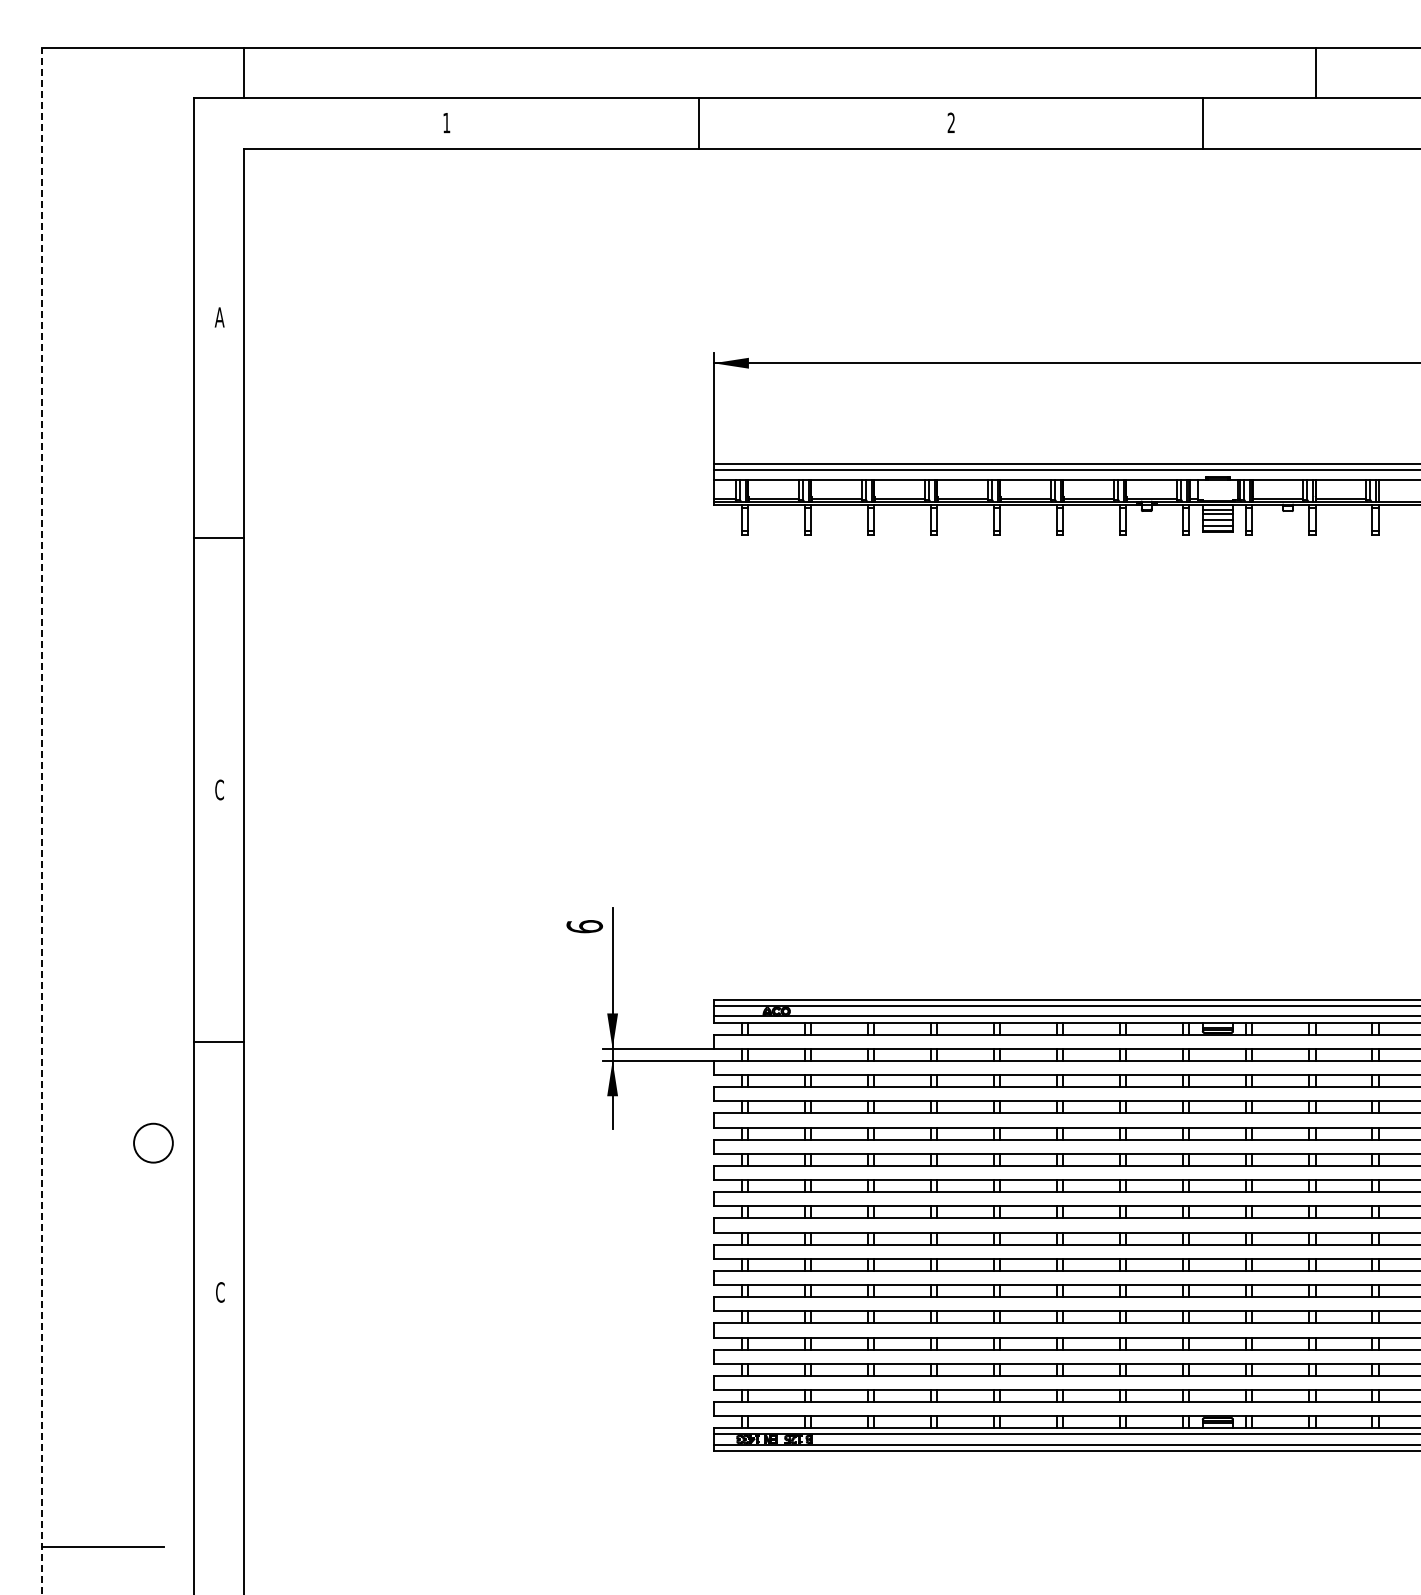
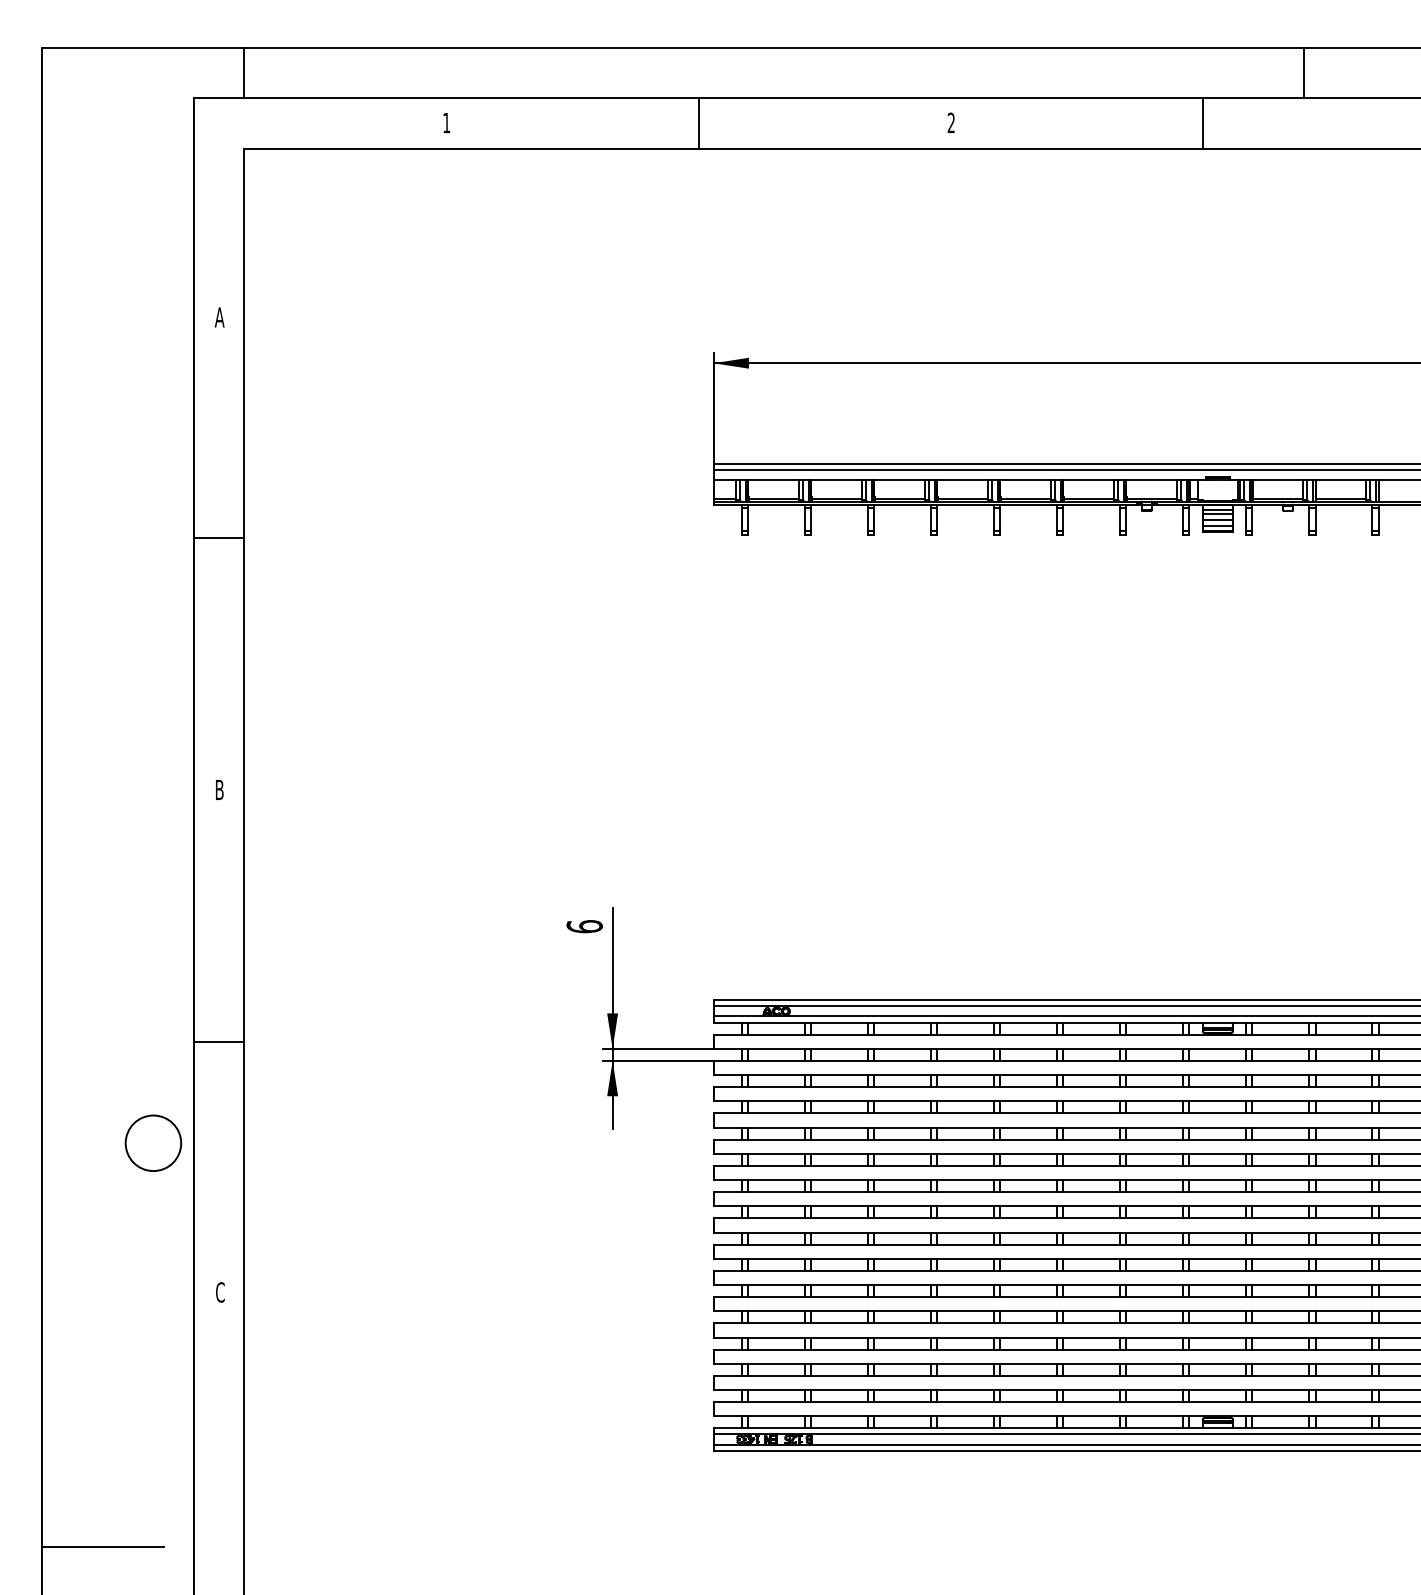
line at (1316, 72) position: (1316, 72) -> (1304, 72)
text at (219, 789): C -> B
line at (42, 820): dashed -> solid
circle at (153, 1142) size: 41x42 px -> 59x58 px
